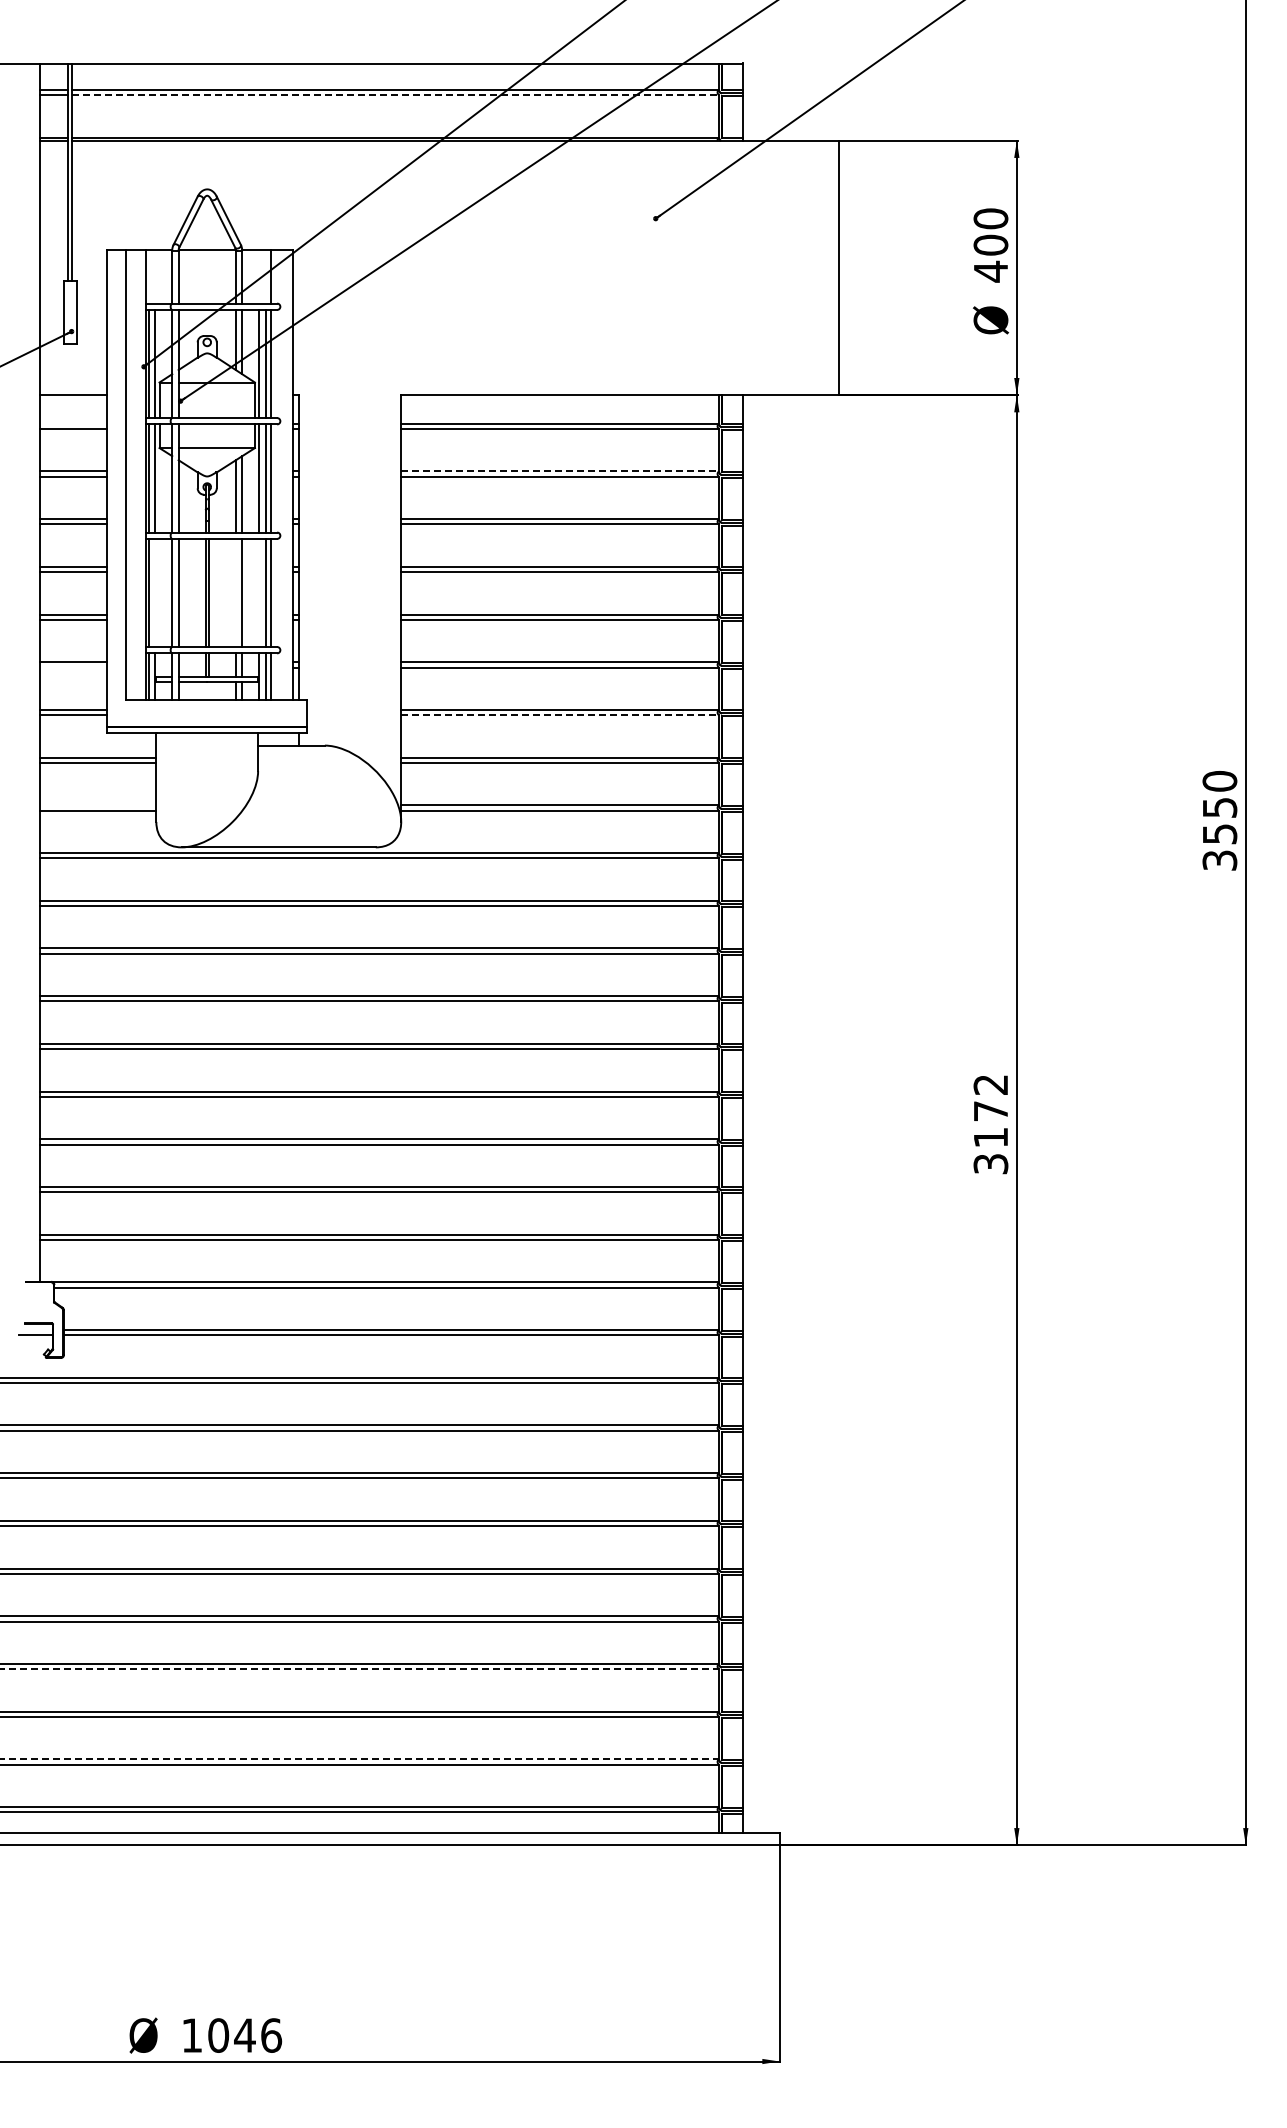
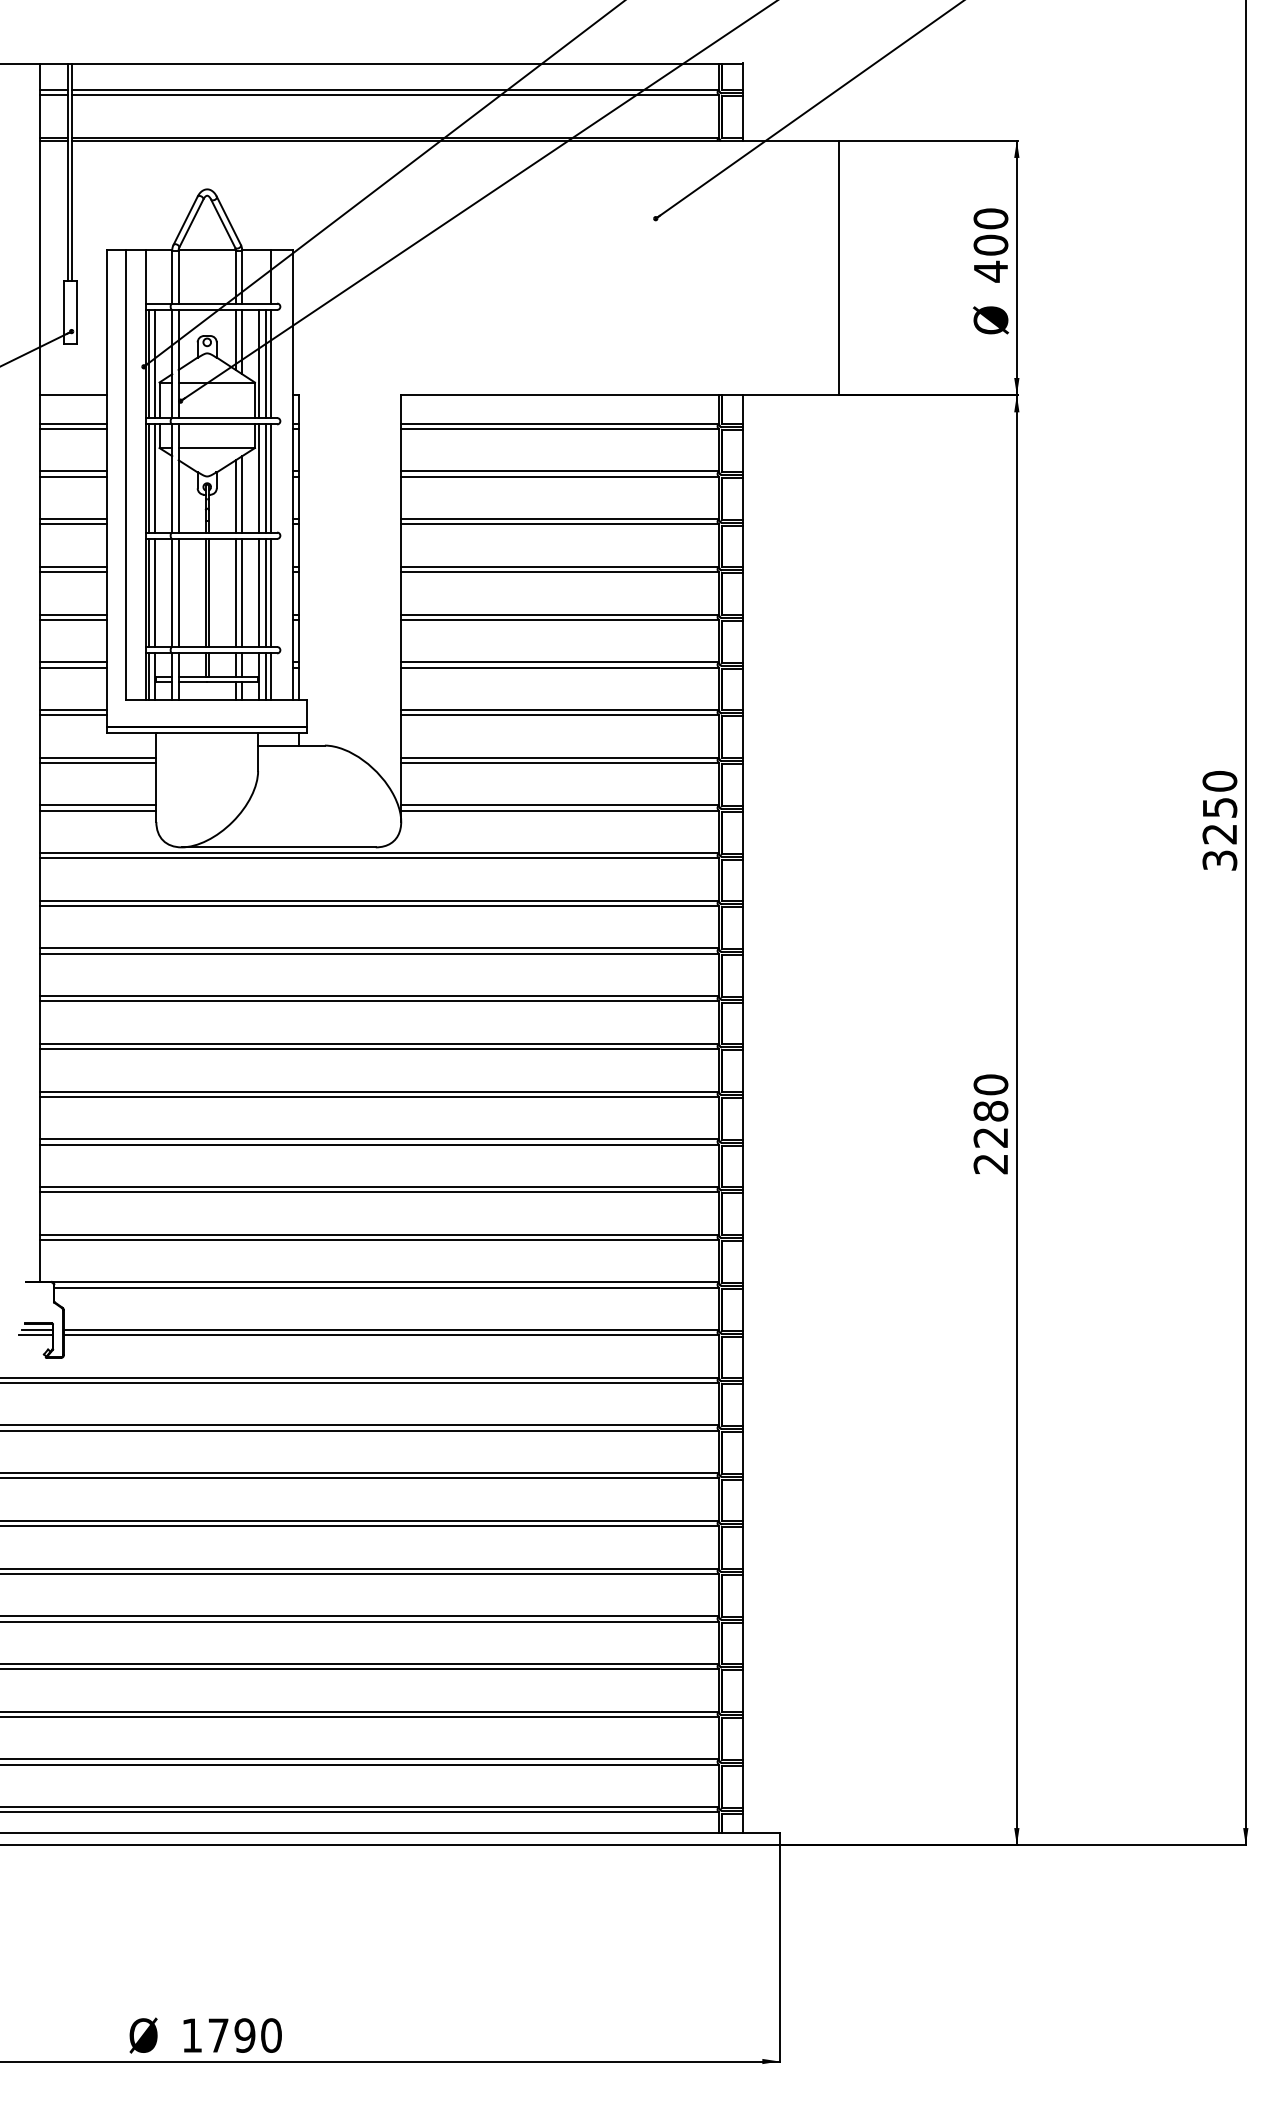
line at (396, 95): dashed -> solid
line at (73, 423): none -> present
line at (560, 471): dashed -> solid
line at (155, 592): none -> present
line at (235, 592): none -> present
line at (259, 592): none -> present
line at (73, 667): none -> present
line at (560, 715): dashed -> solid
line at (98, 805): none -> present
text at (1219, 834): 3550 -> 3250
text at (990, 1124): 3172 -> 2280
line at (37, 1330): none -> present
line at (360, 1669): dashed -> solid
line at (360, 1759): dashed -> solid
text at (245, 2035): 1046 -> 1790
